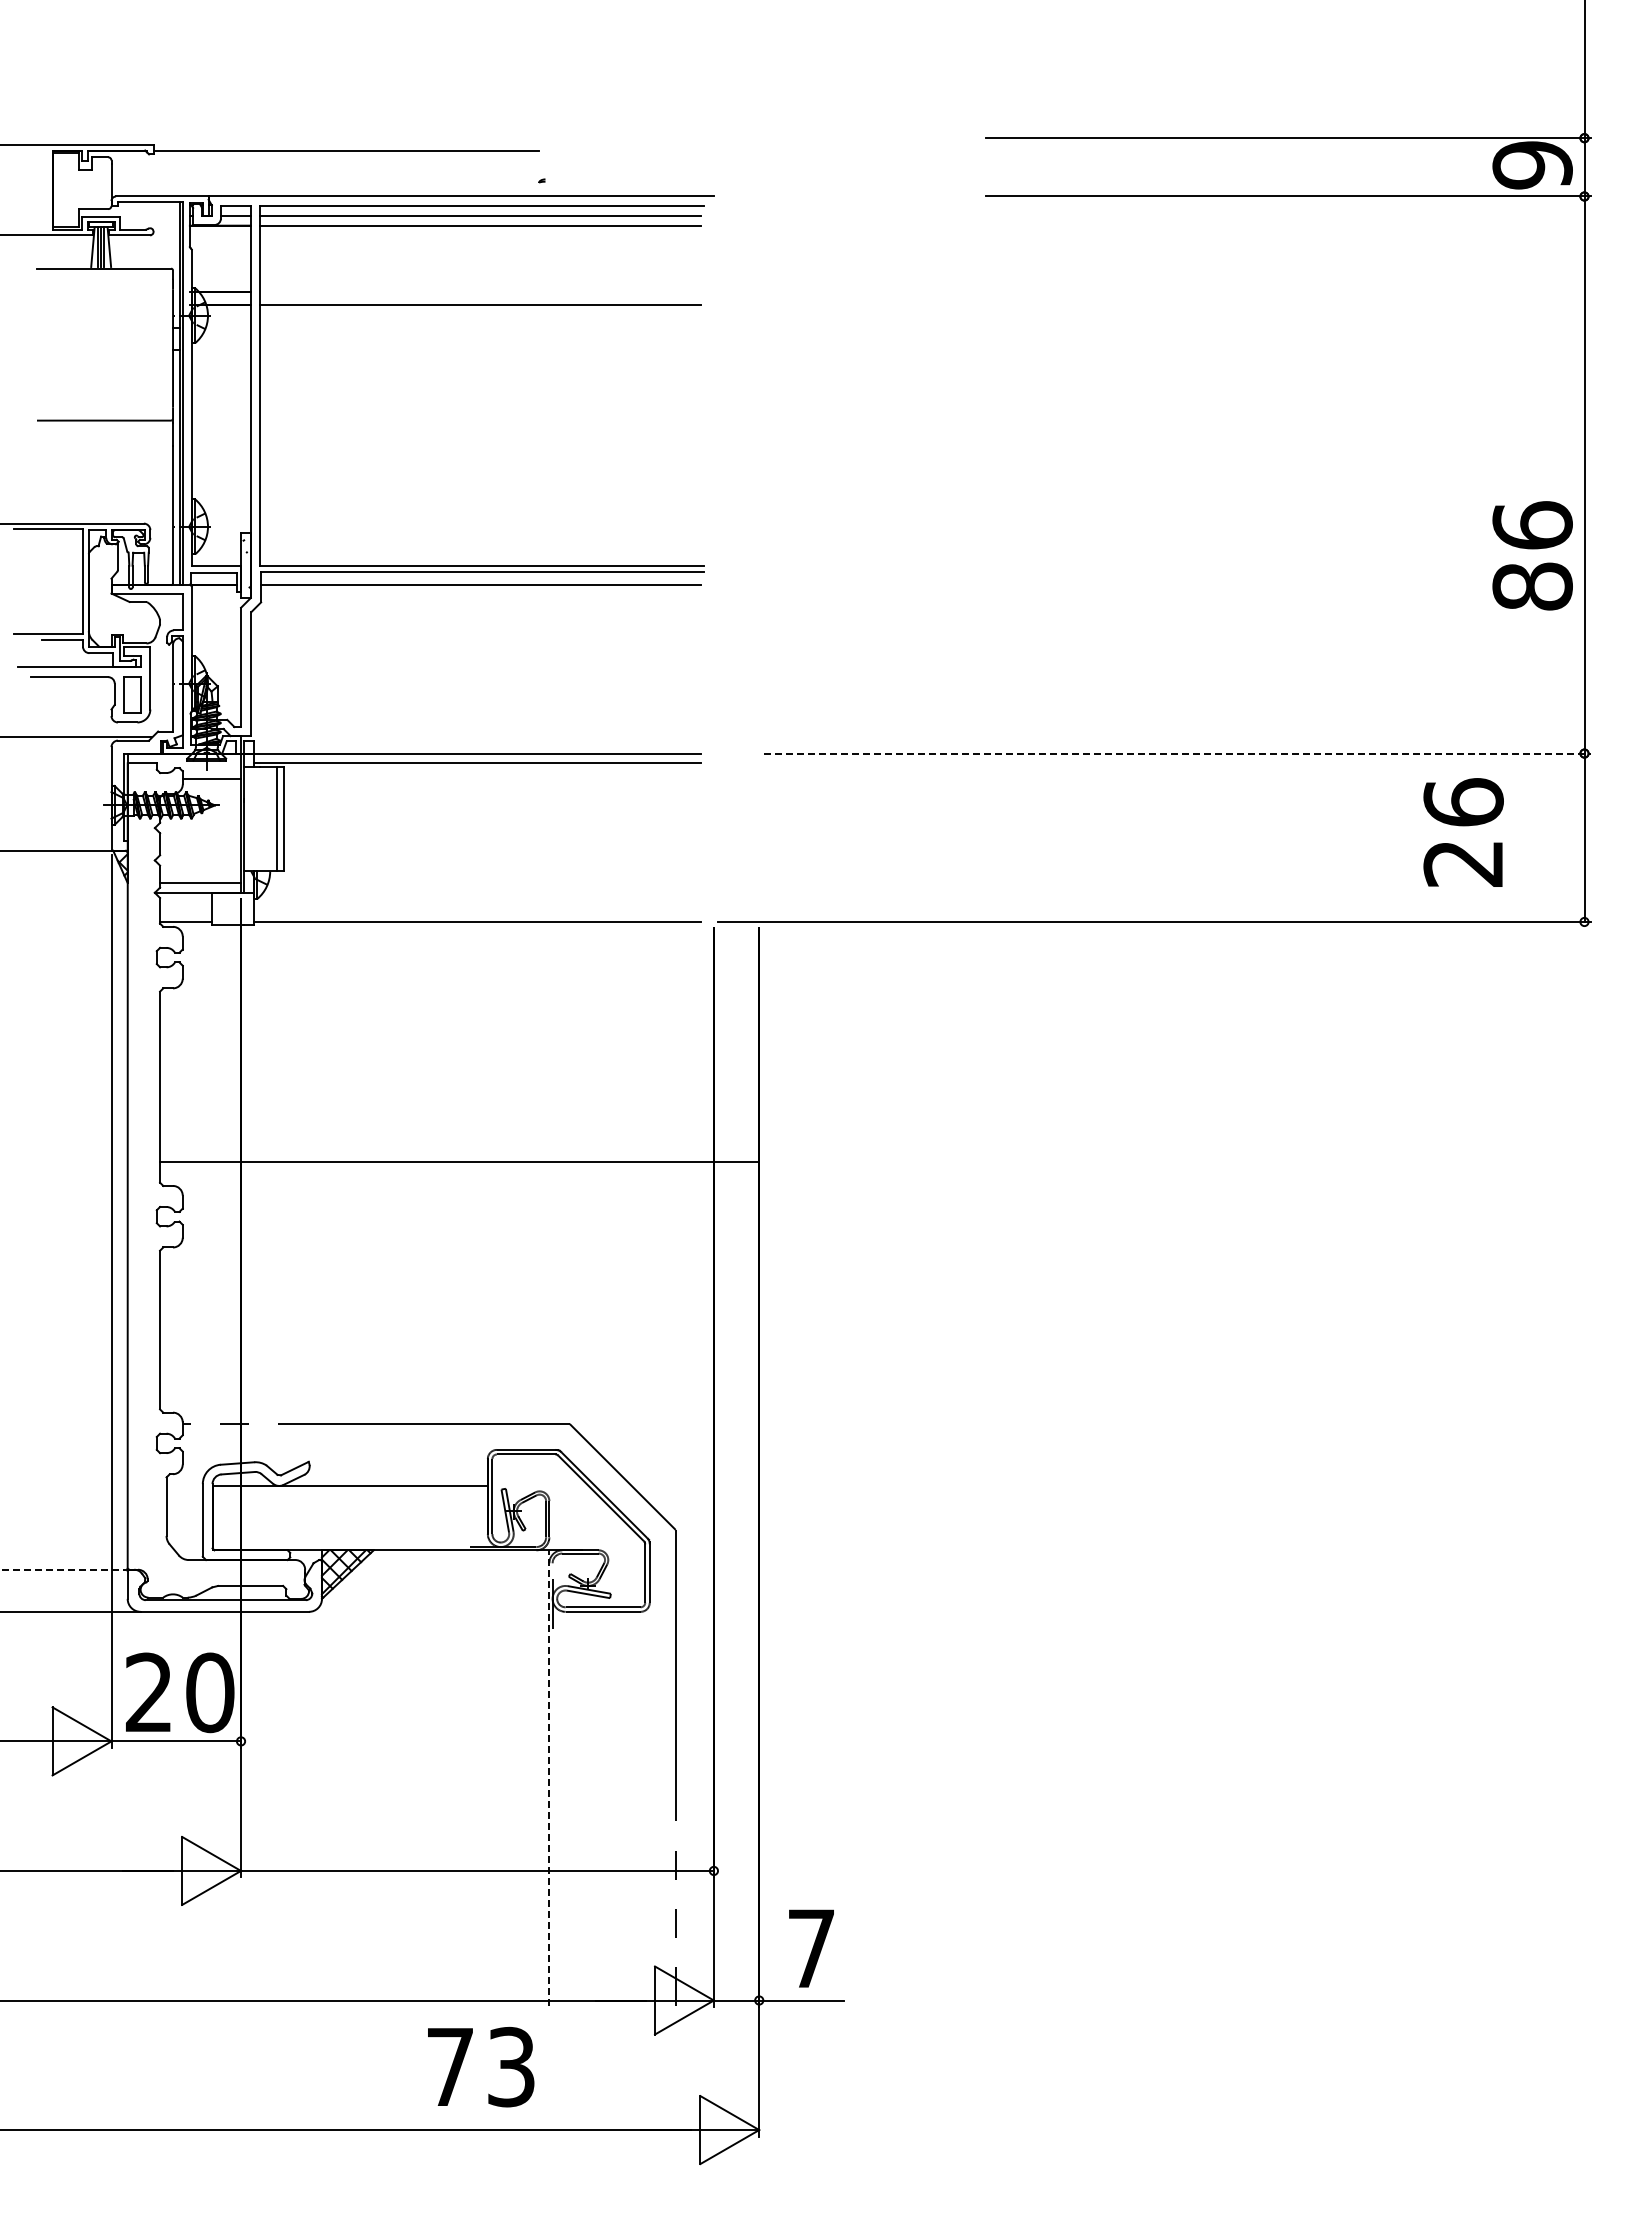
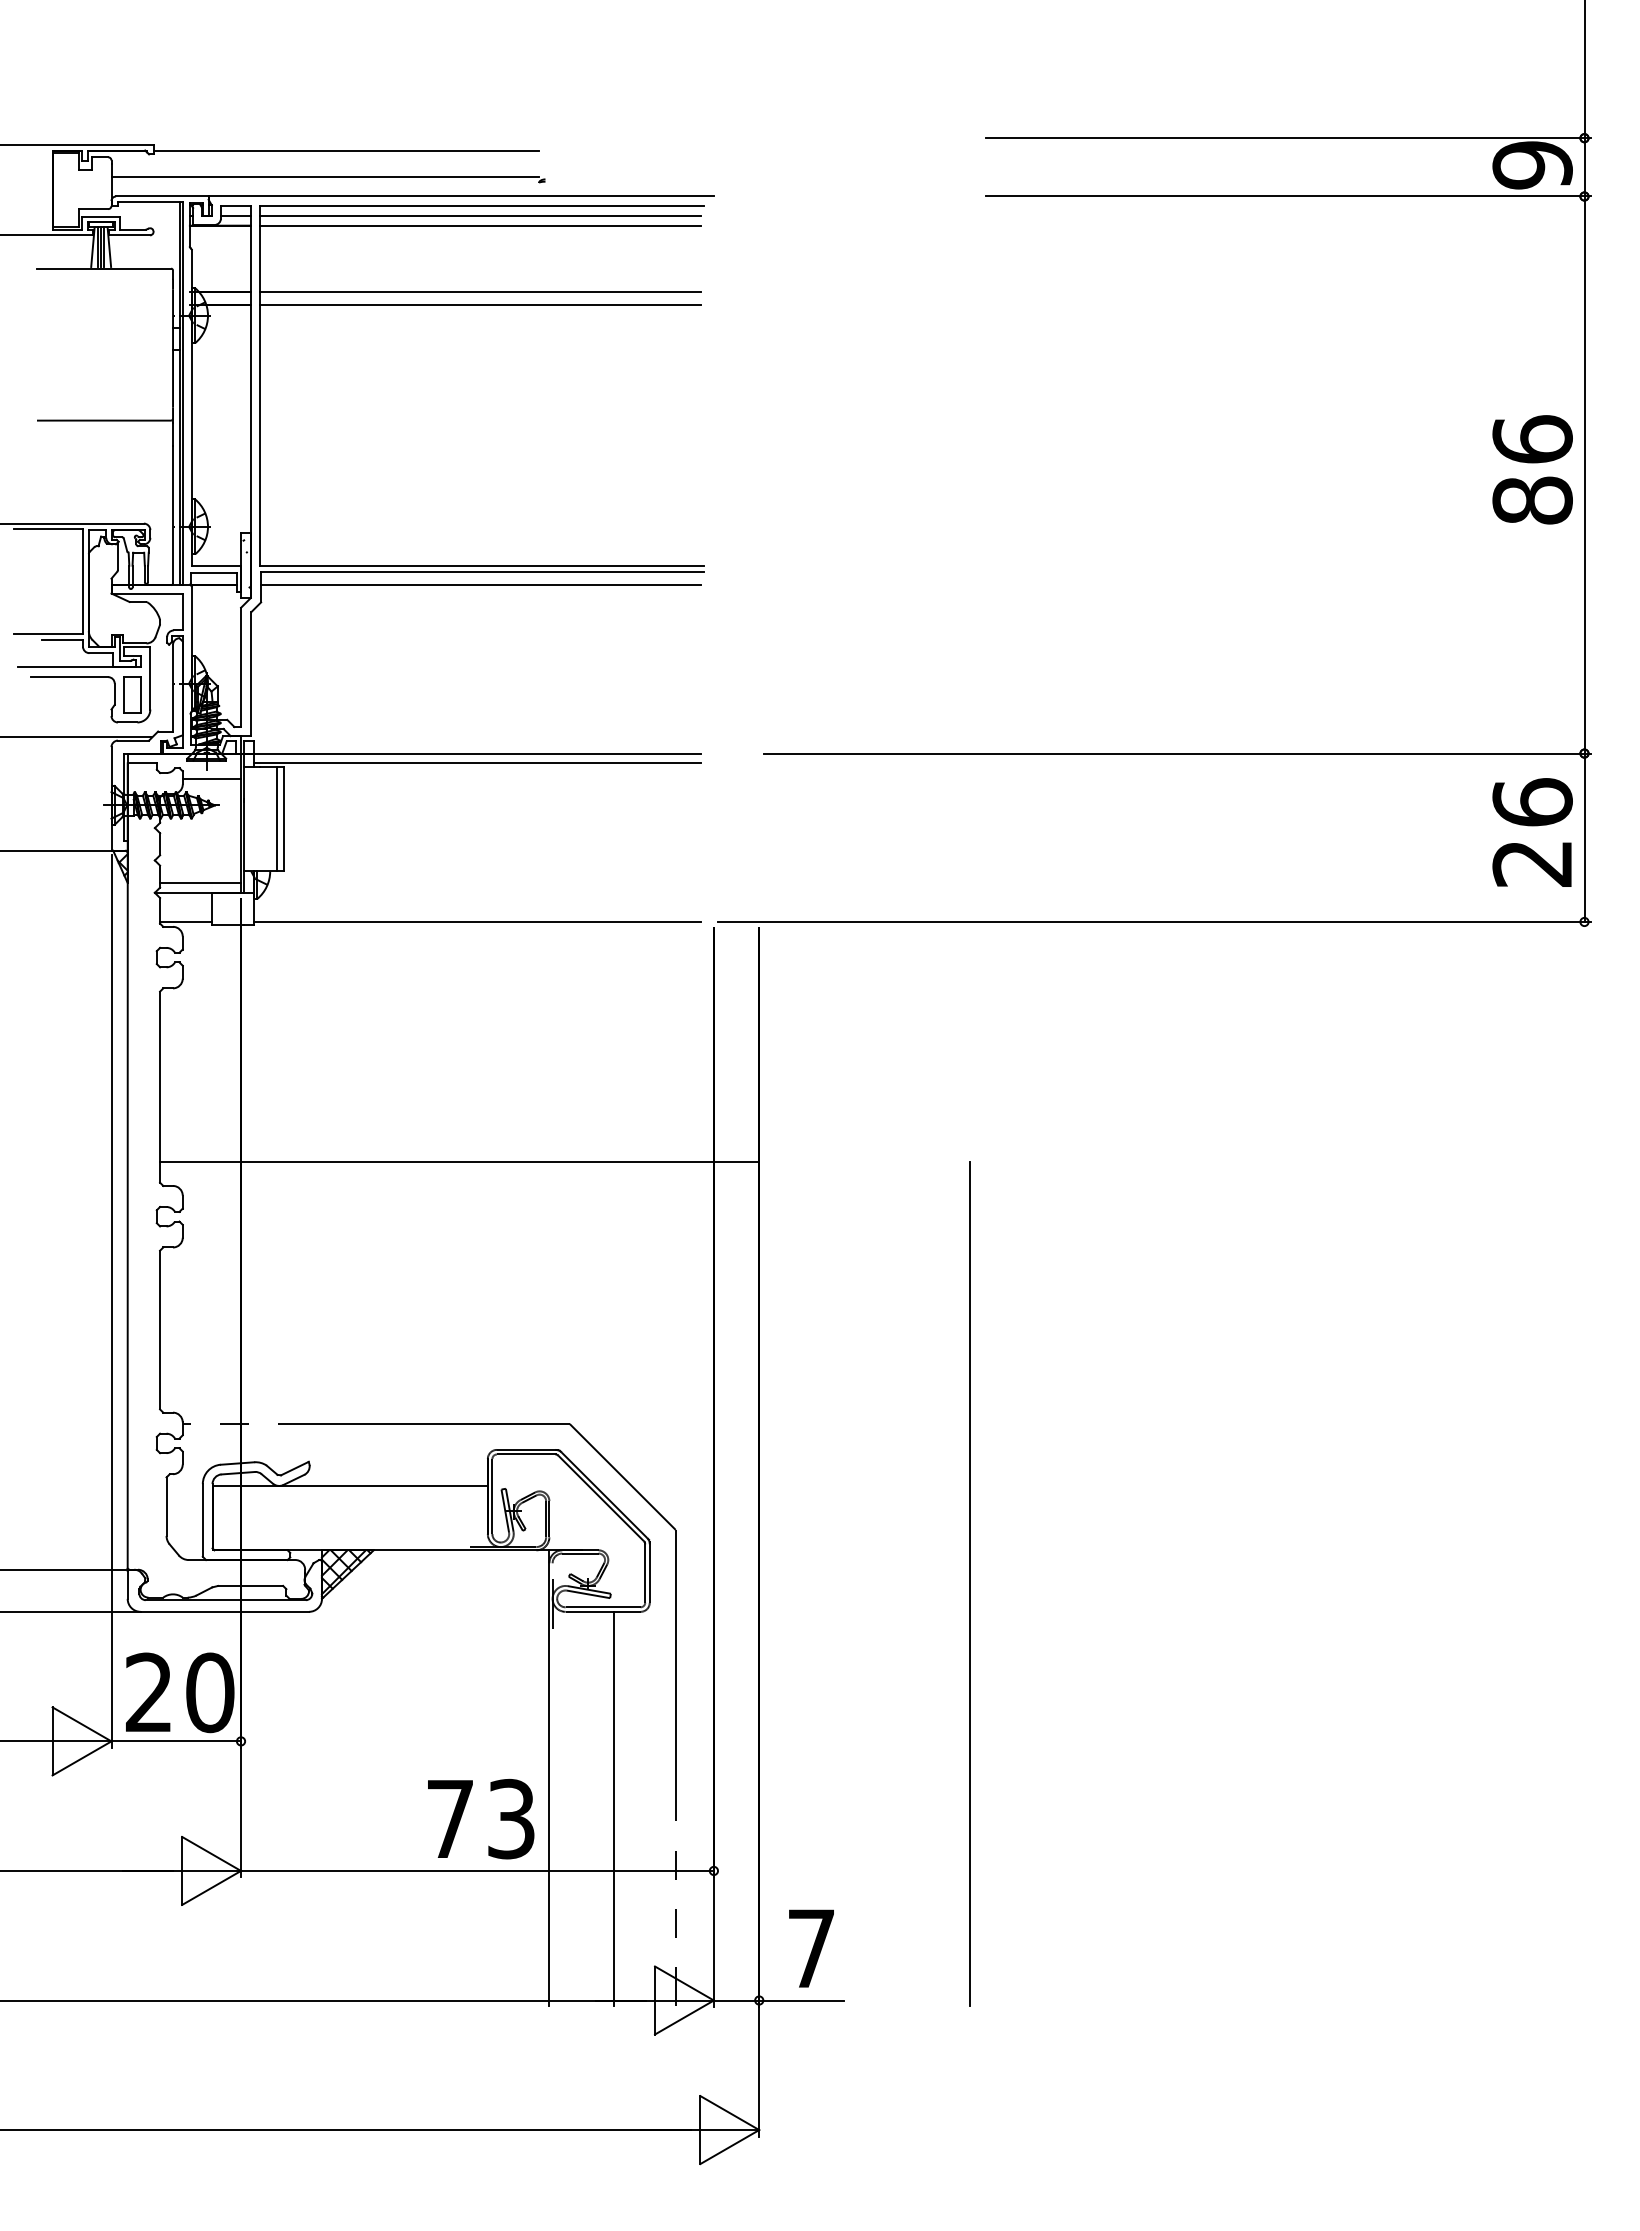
line at (325, 177): none -> present
line at (479, 292): none -> present
text at (1532, 555) position: (1532, 555) -> (1532, 469)
line at (1177, 753): dashed -> solid
text at (1463, 832) position: (1463, 832) -> (1532, 832)
line at (65, 1569): dashed -> solid
line at (969, 1583): none -> present
line at (549, 1778): dashed -> solid
line at (614, 1808): none -> present
text at (481, 2066) position: (481, 2066) -> (481, 1818)
